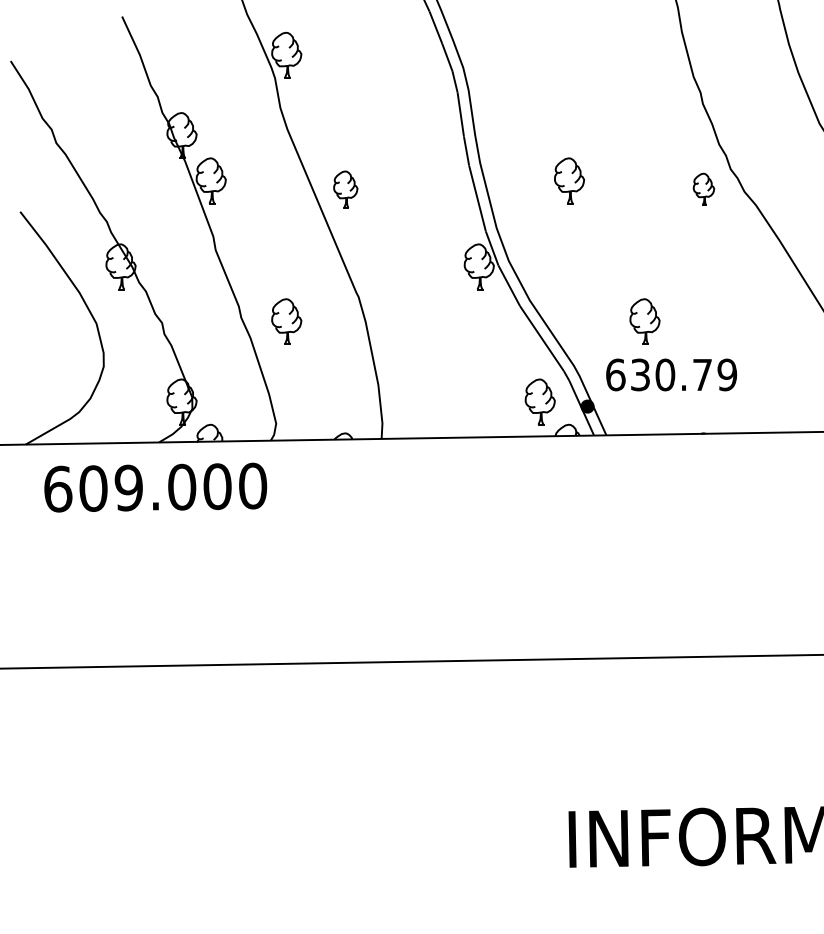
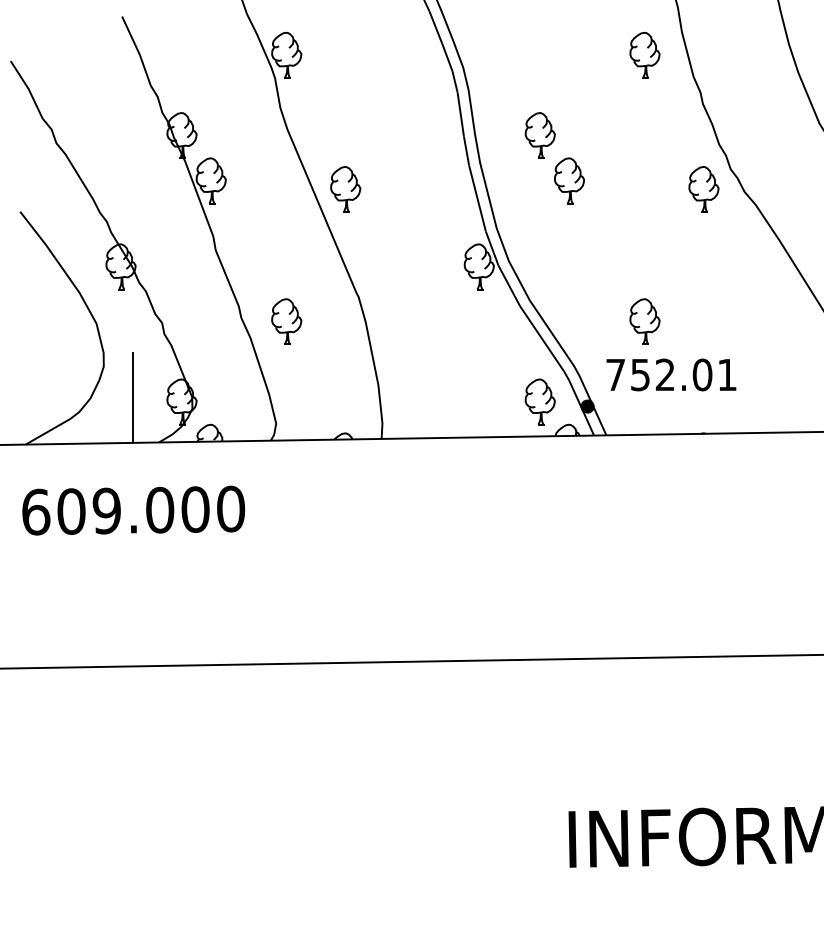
part at (644, 54): none -> present
part at (539, 135): none -> present
part at (703, 188) size: 24x34 px -> 32x47 px
part at (345, 189) size: 26x39 px -> 32x47 px
text at (671, 374): 630.79 -> 752.01
line at (133, 397): none -> present
text at (155, 487) position: (155, 487) -> (133, 510)
